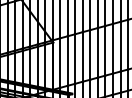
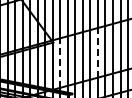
line at (97, 52): solid -> dashed
line at (60, 63): solid -> dashed
